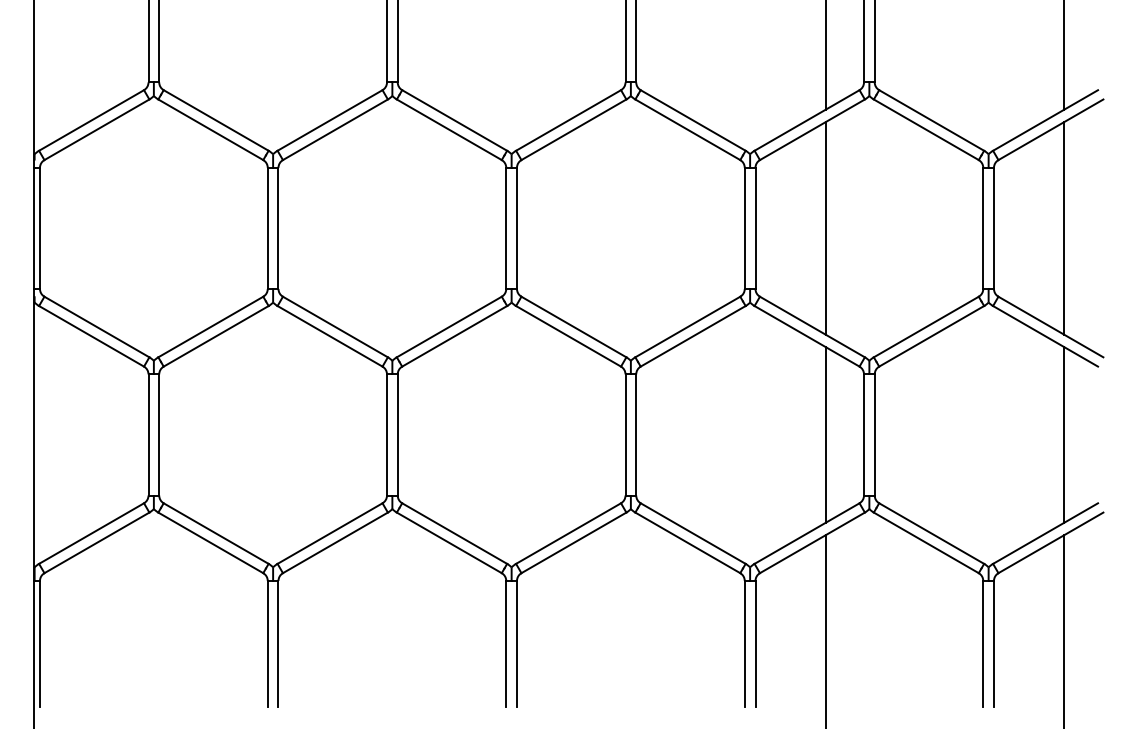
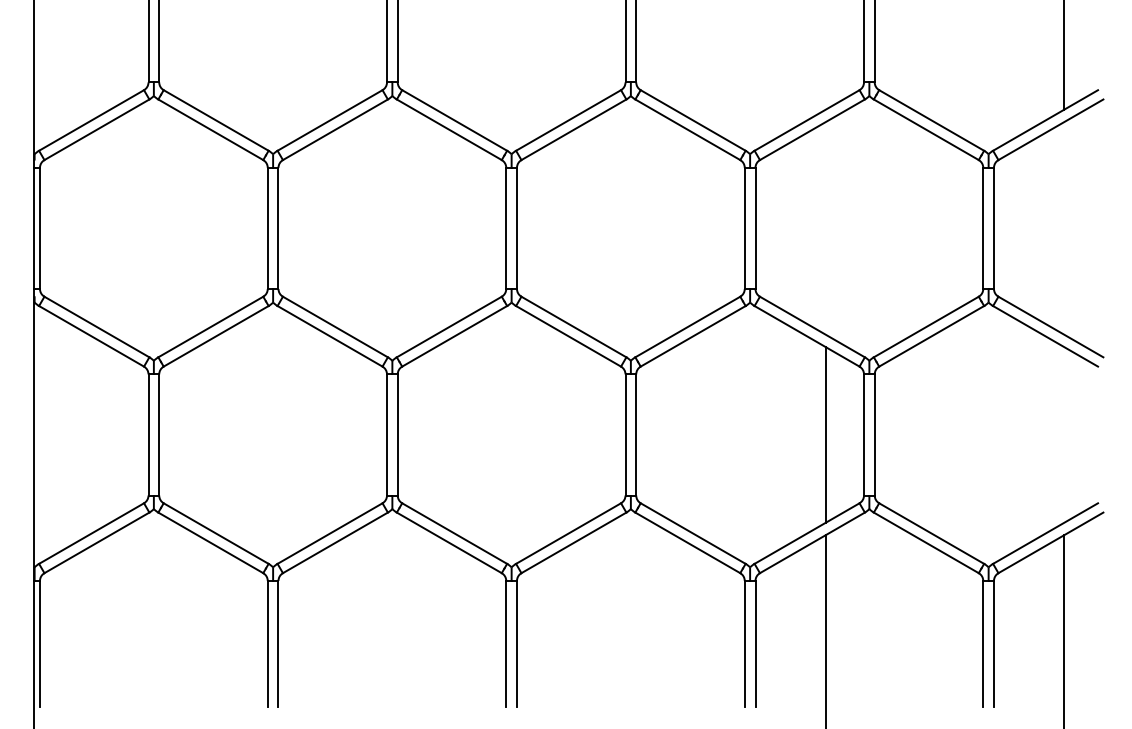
line at (825, 55): present -> none
line at (825, 228): present -> none
line at (1064, 228): present -> none
line at (1064, 434): present -> none
